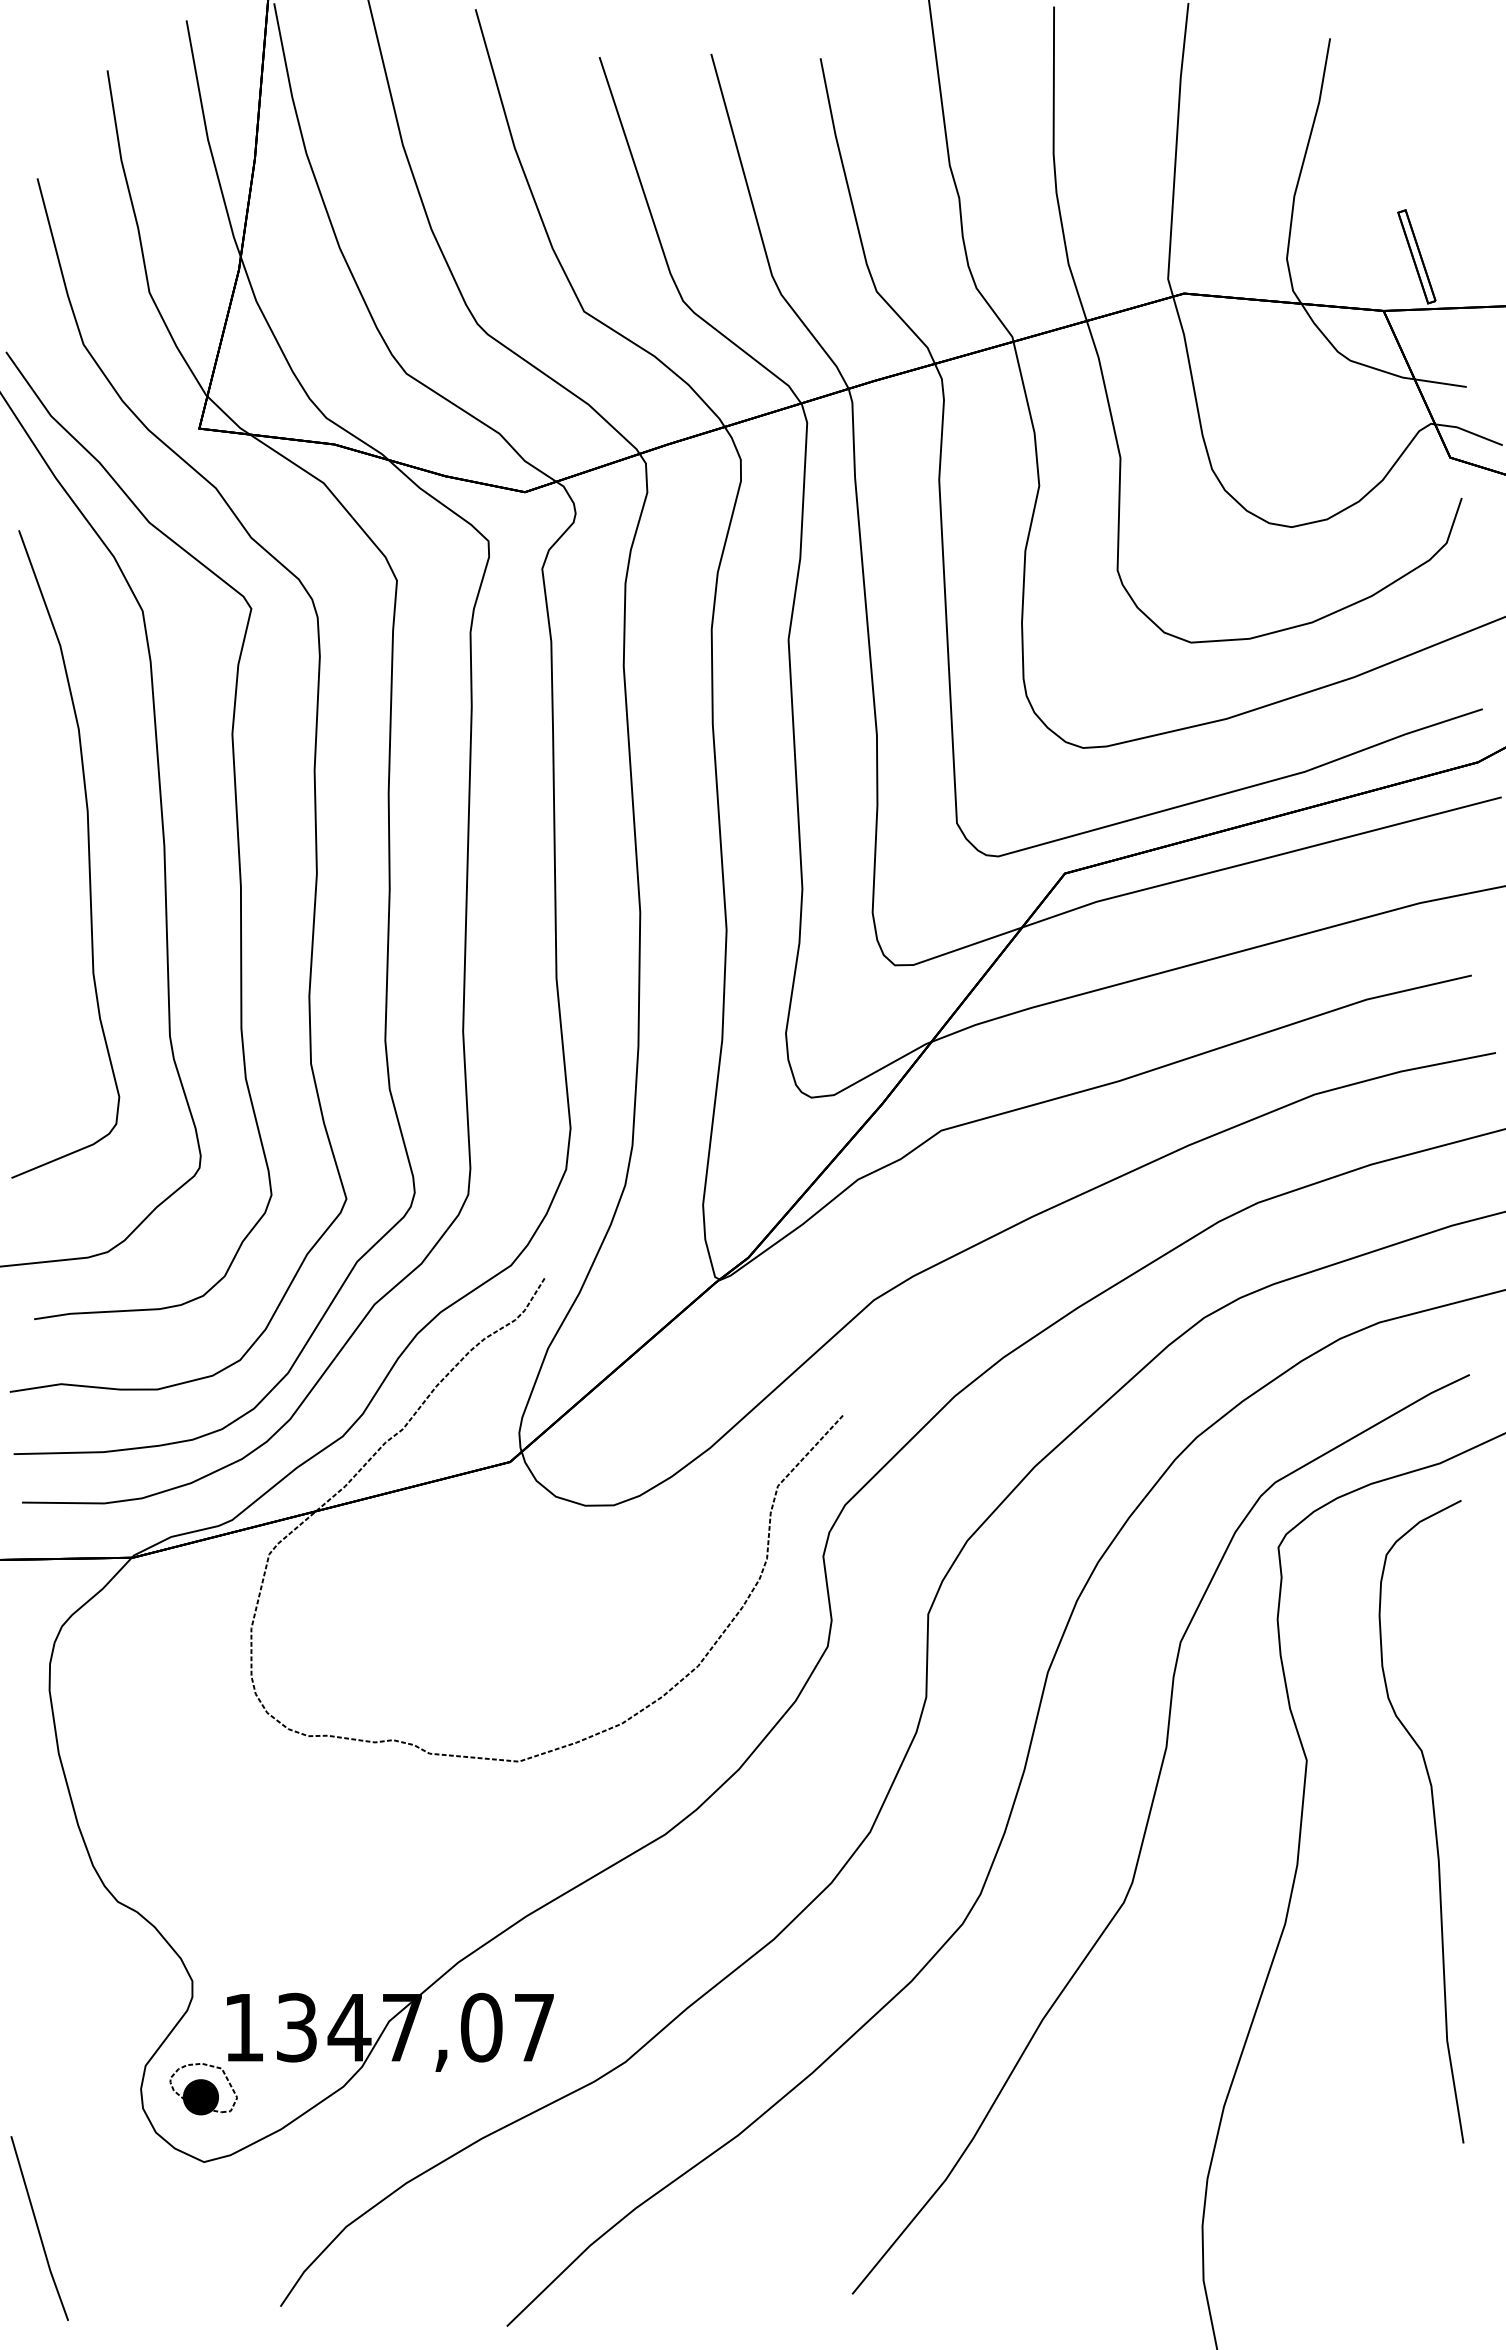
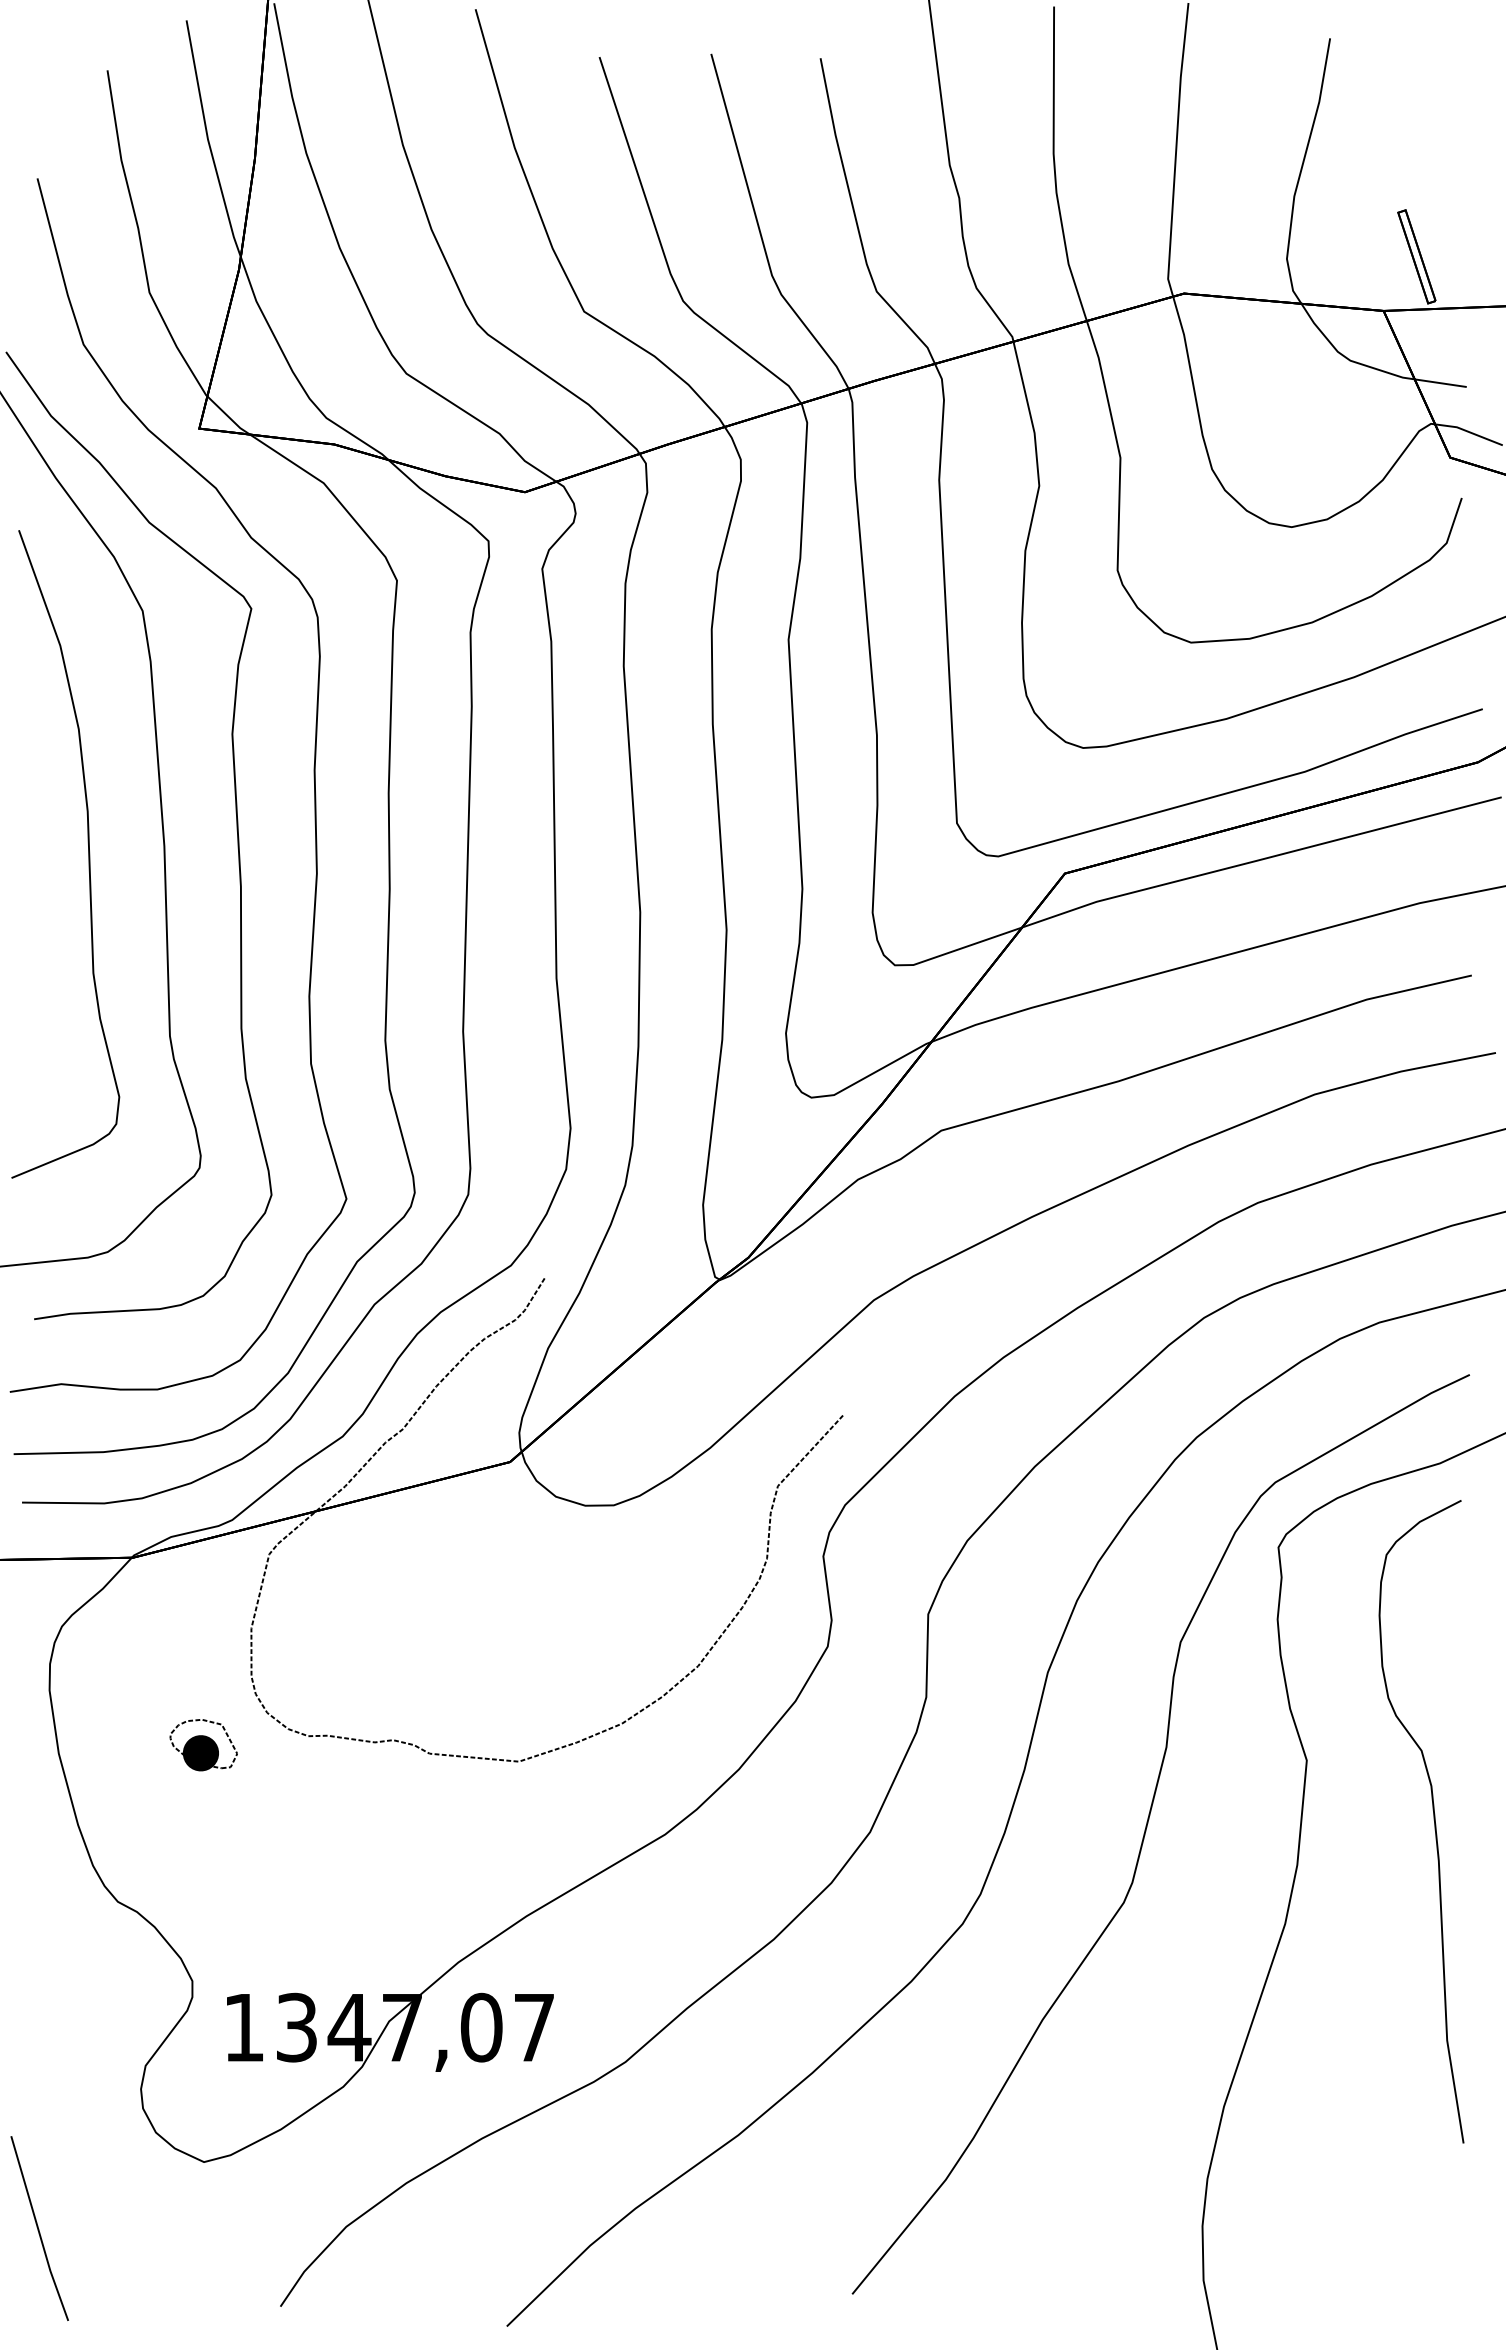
part at (203, 2089) position: (203, 2089) -> (203, 1745)
